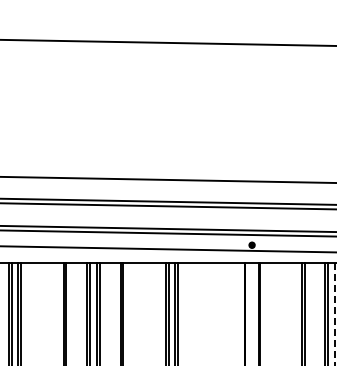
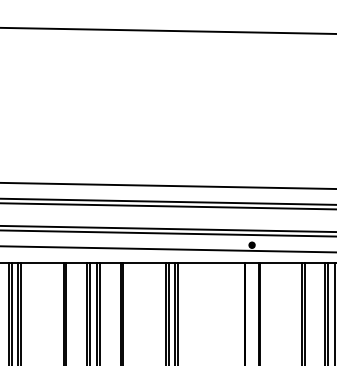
line at (167, 42) position: (167, 42) -> (167, 30)
line at (167, 179) position: (167, 179) -> (167, 185)
line at (335, 314): dashed -> solid
